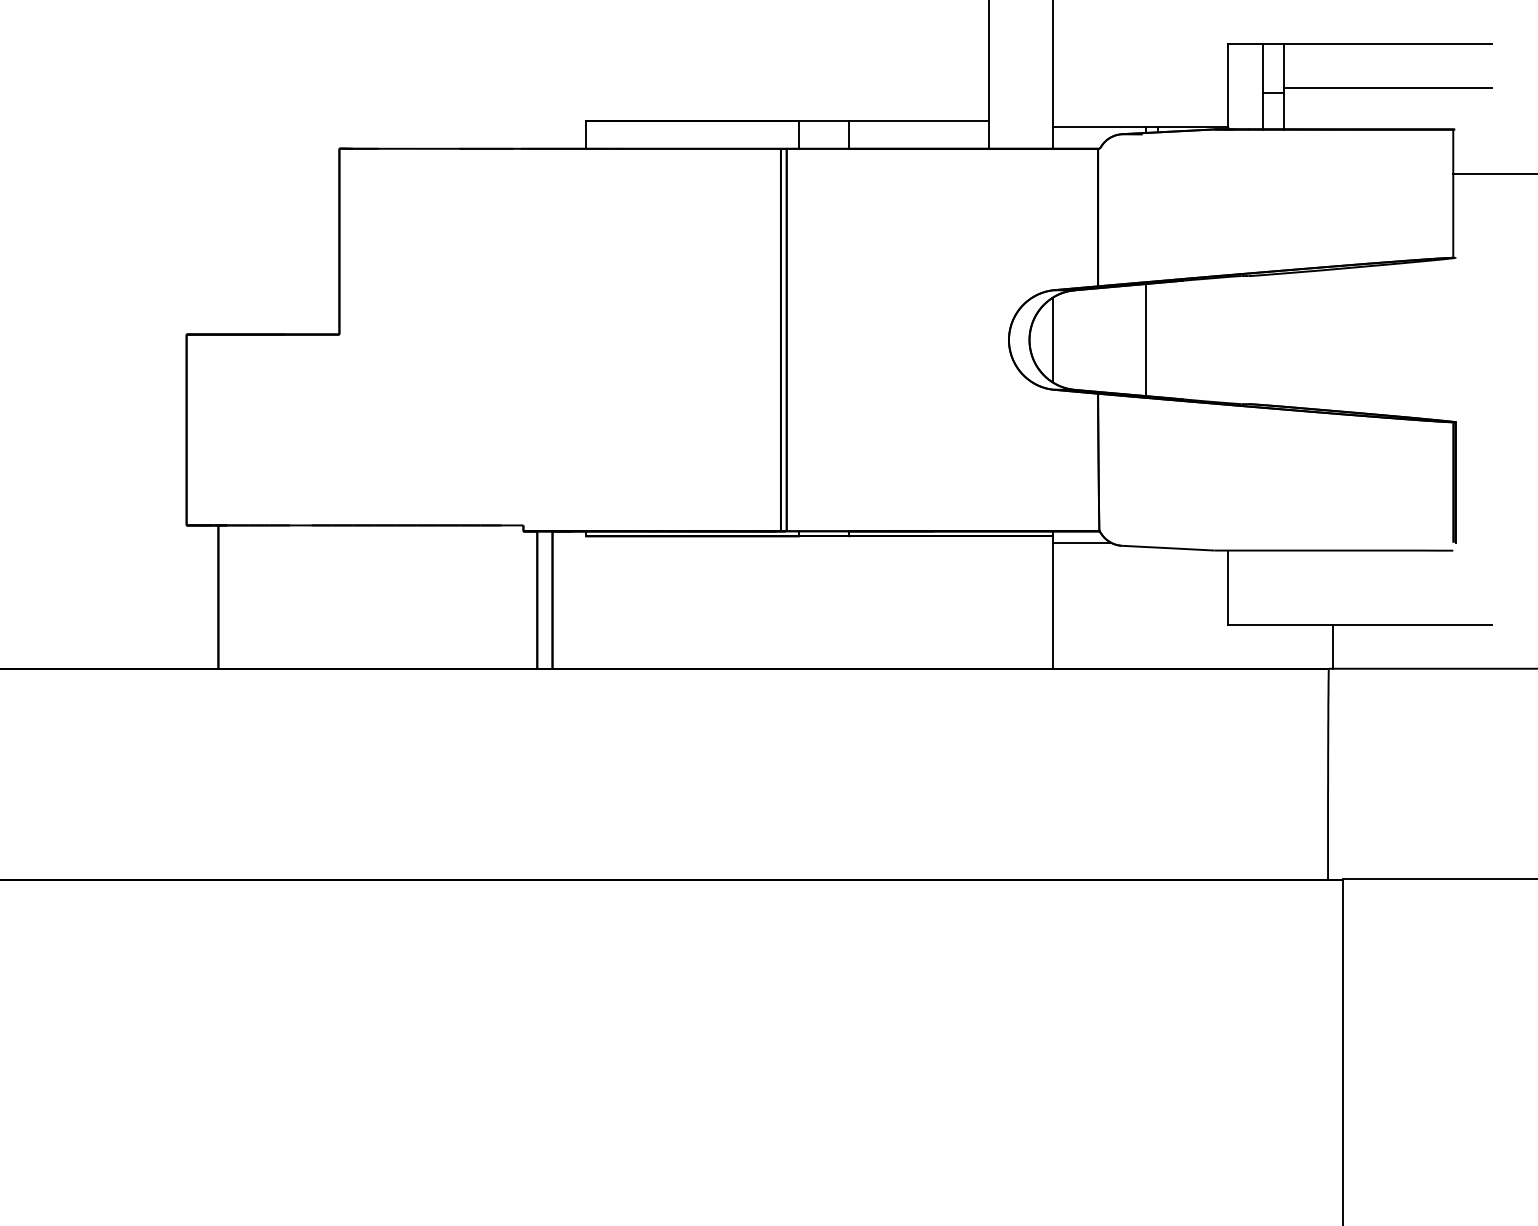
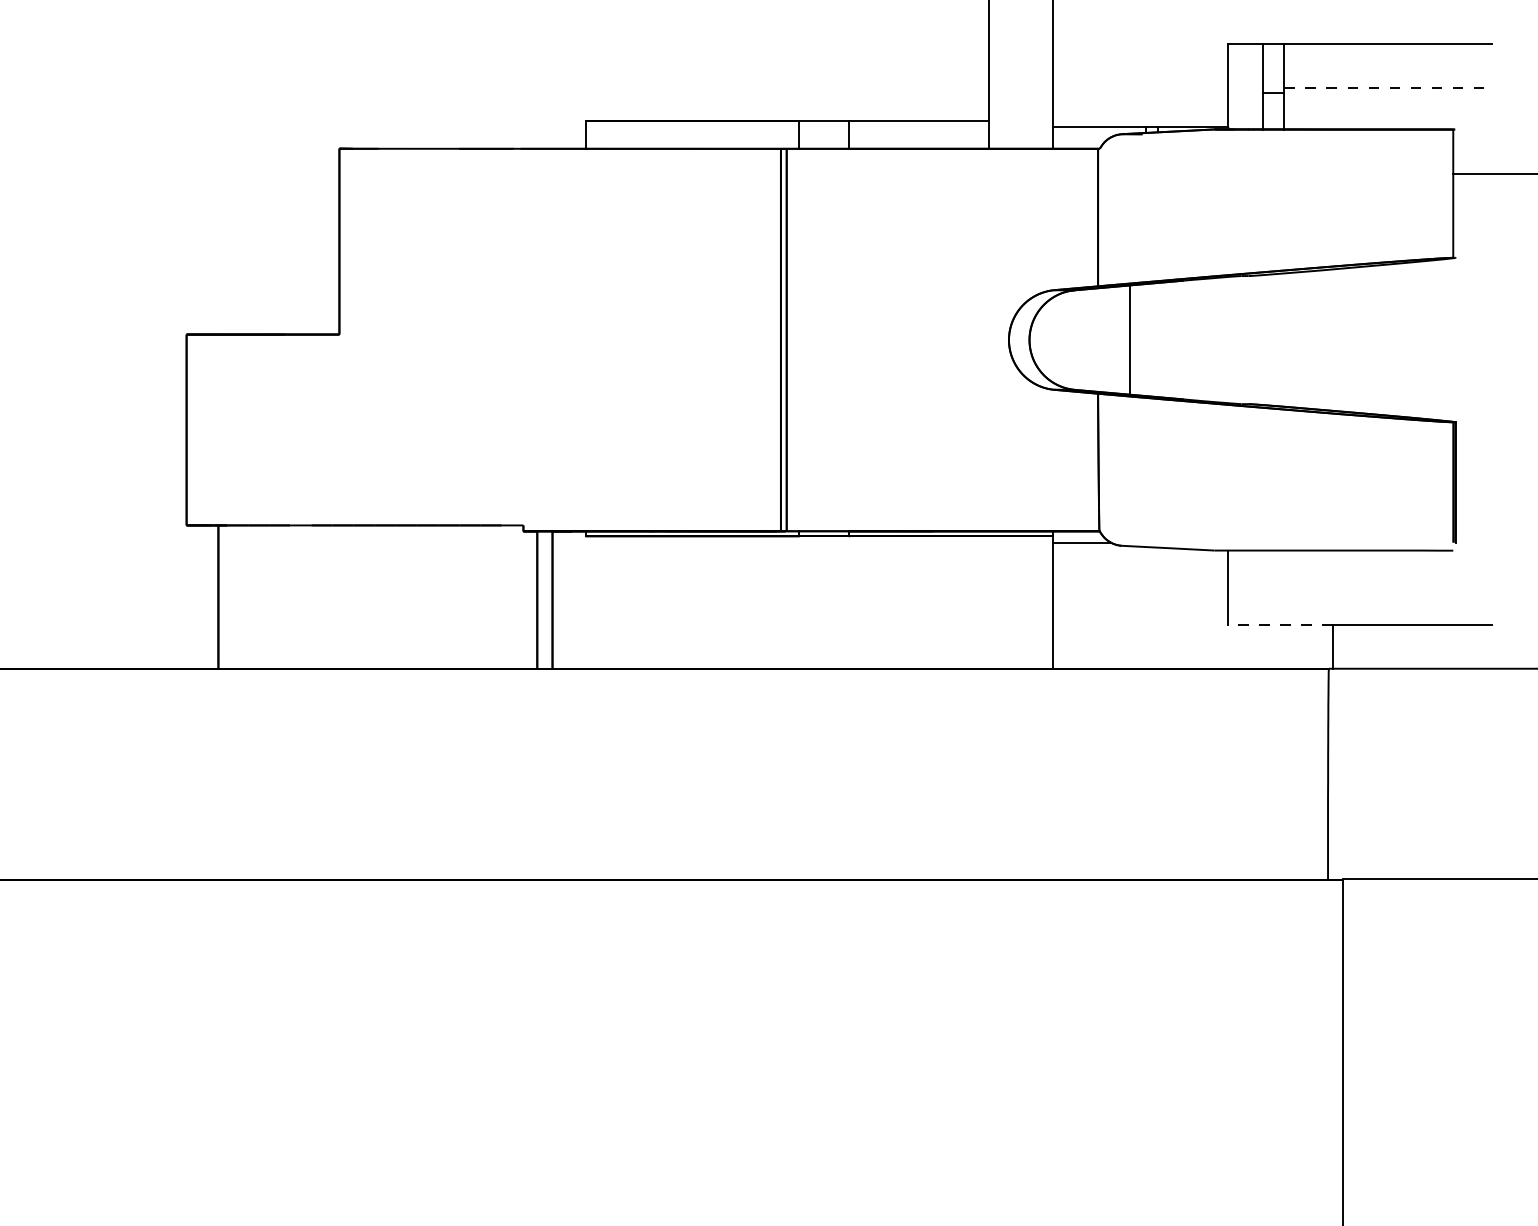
line at (1388, 88): solid -> dashed
line at (1052, 339): present -> none
line at (1146, 339) position: (1146, 339) -> (1130, 339)
line at (1280, 625): solid -> dashed
